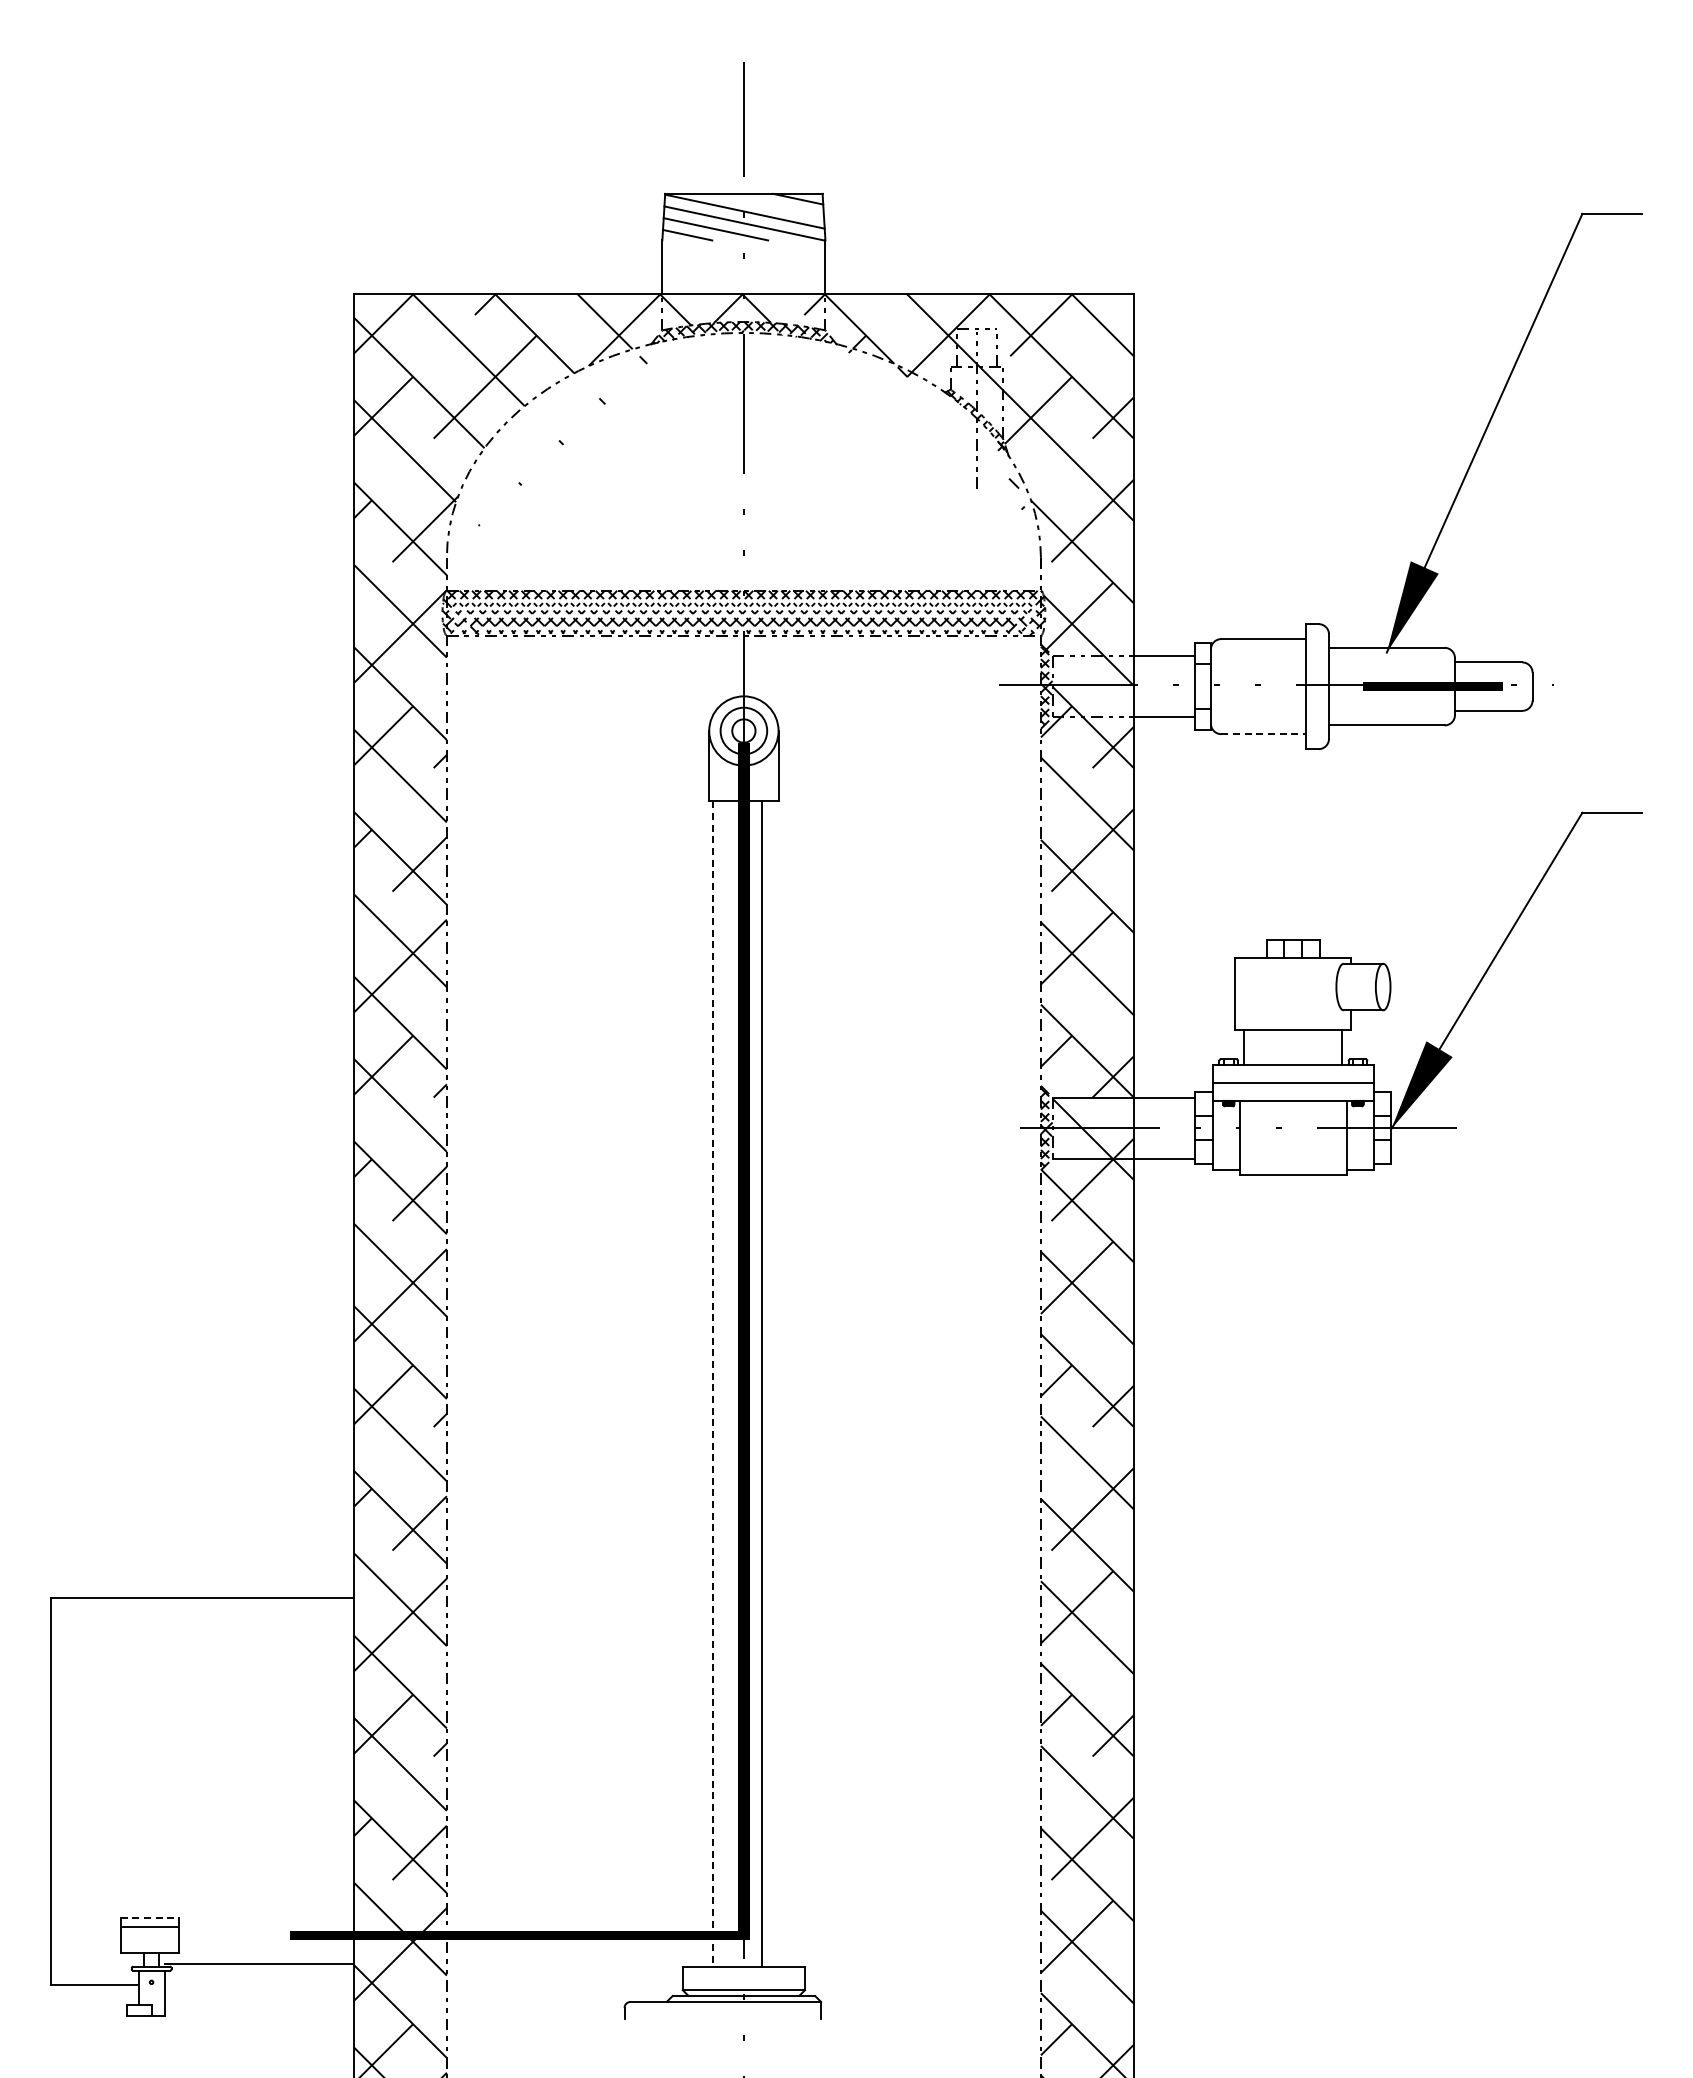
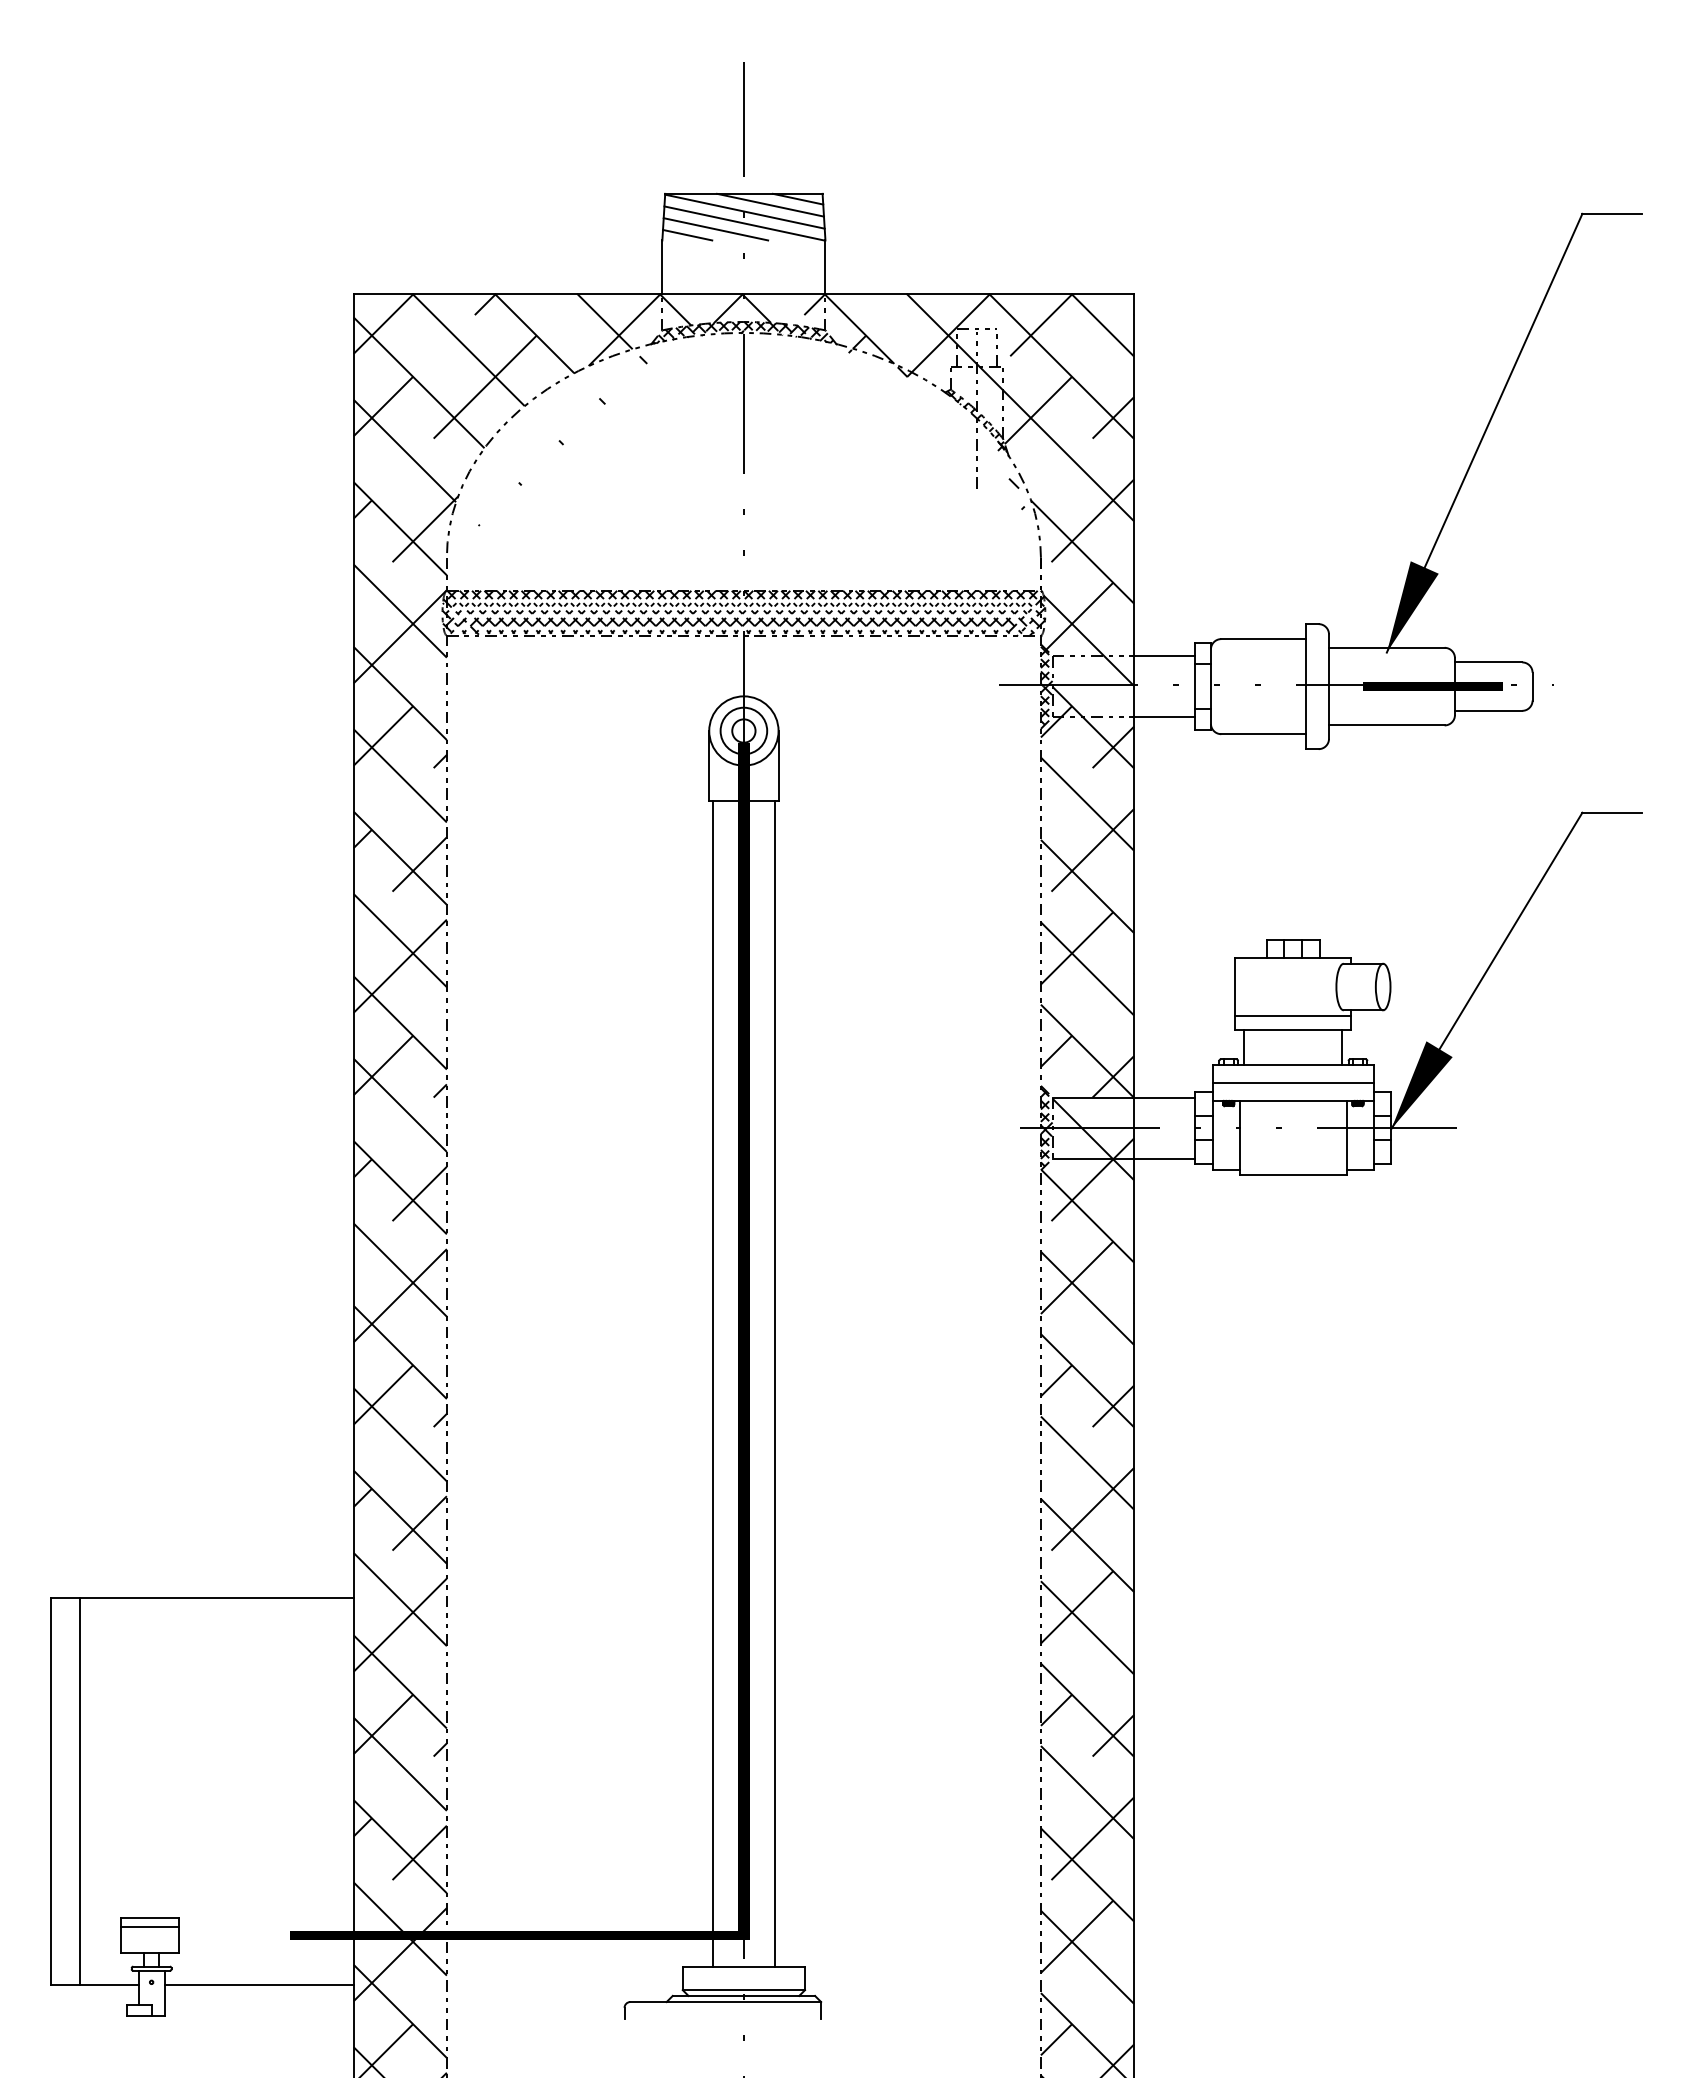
line at (770, 204): none -> present
line at (1264, 734): dashed -> solid
line at (1293, 1016): none -> present
line at (761, 1383) position: (761, 1383) -> (774, 1383)
line at (713, 1384): dashed -> solid
line at (79, 1790): none -> present
line at (150, 1917): dashed -> solid
line at (258, 1963) position: (258, 1963) -> (258, 1984)
